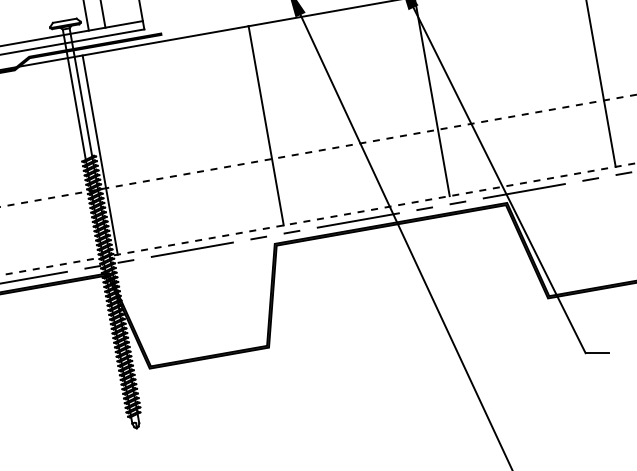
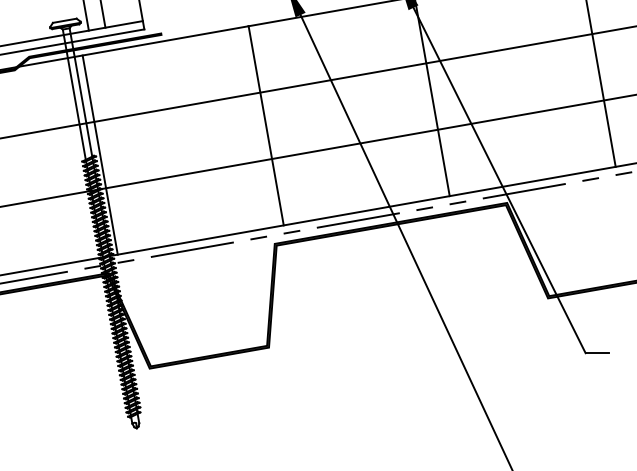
line at (317, 82): none -> present
line at (318, 150): dashed -> solid
line at (318, 219): dashed -> solid
